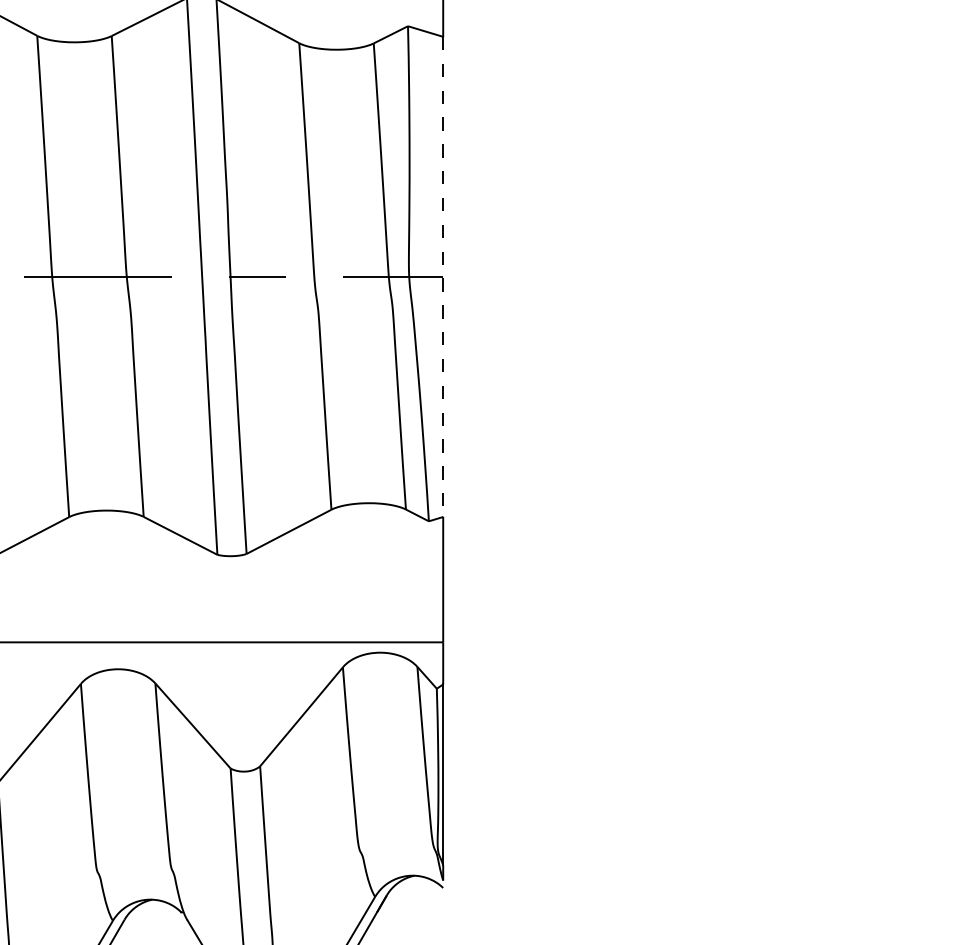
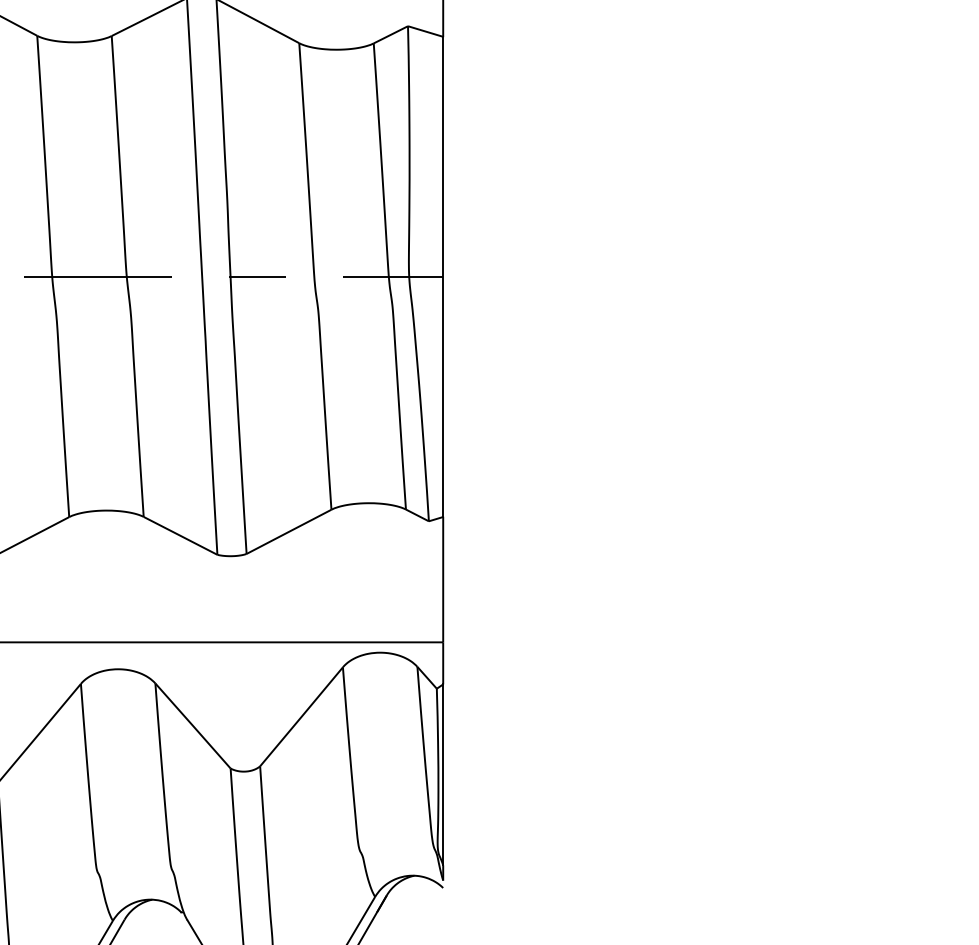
line at (443, 277): dashed -> solid
